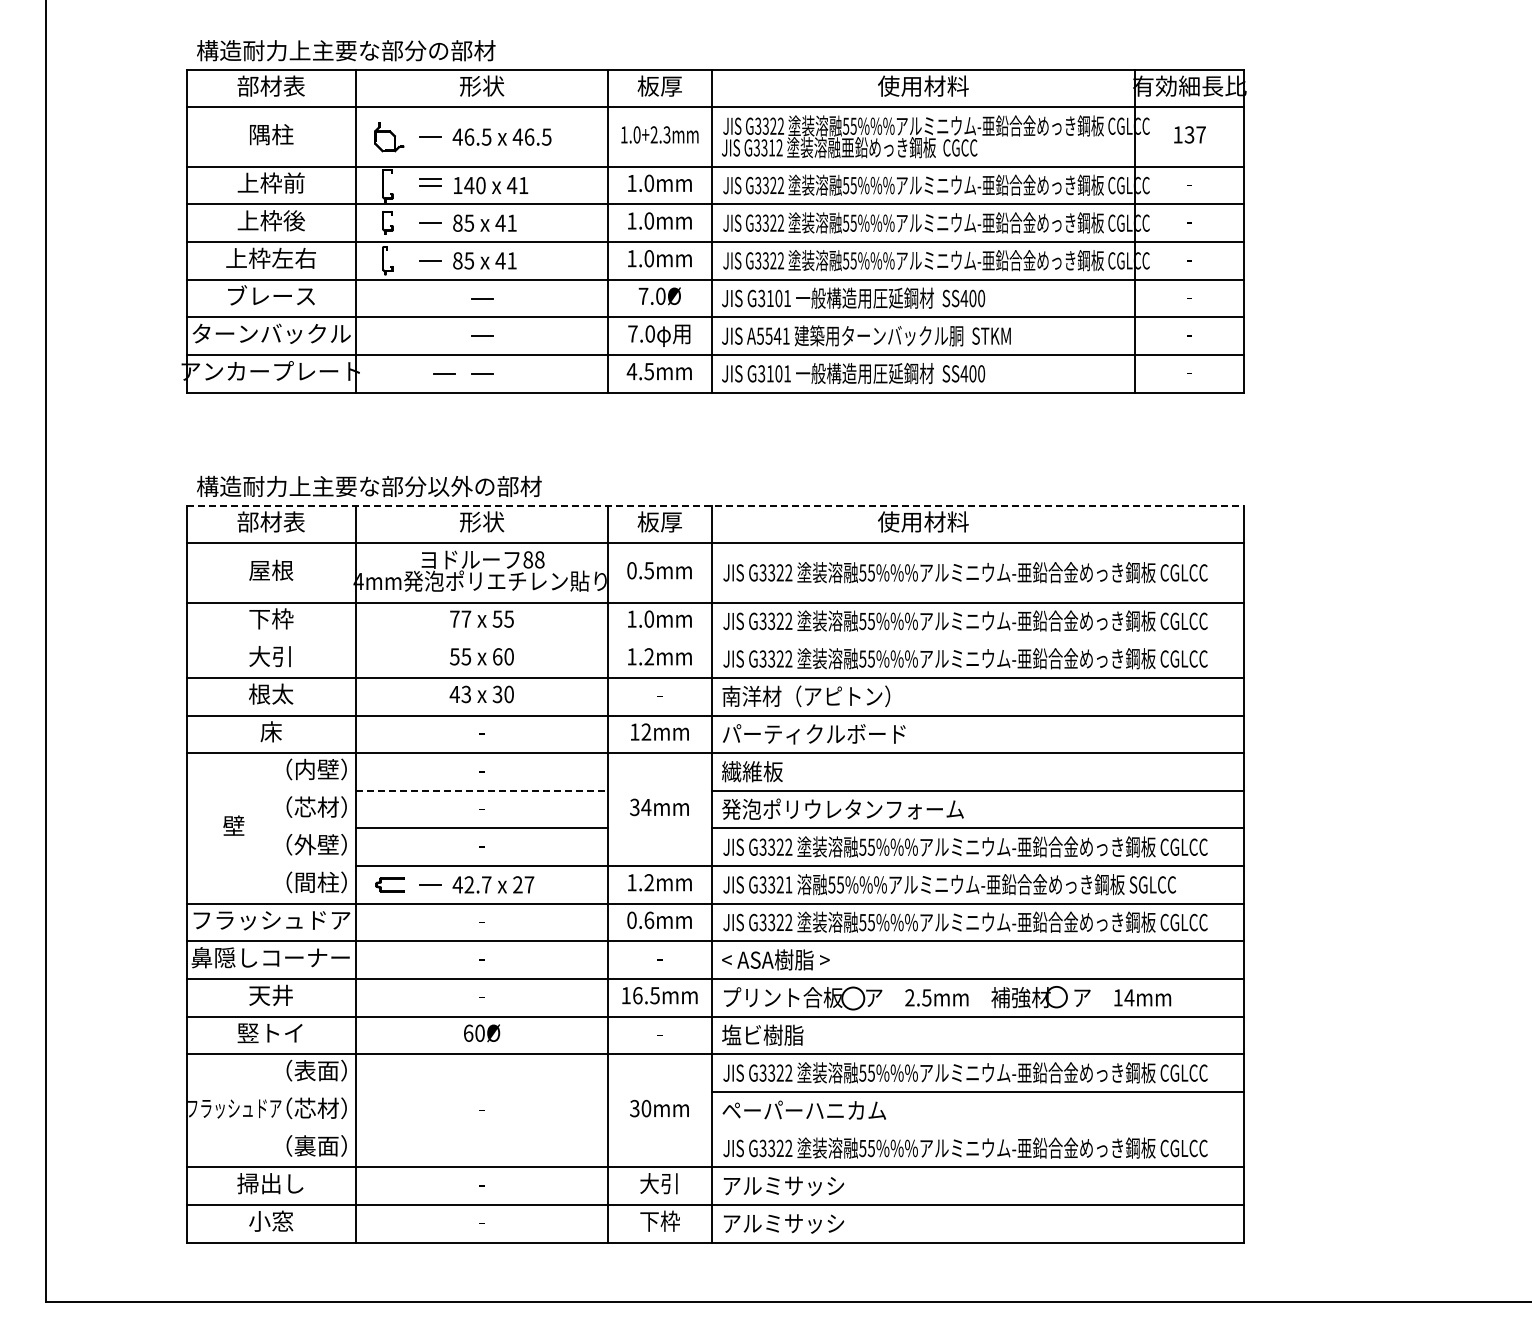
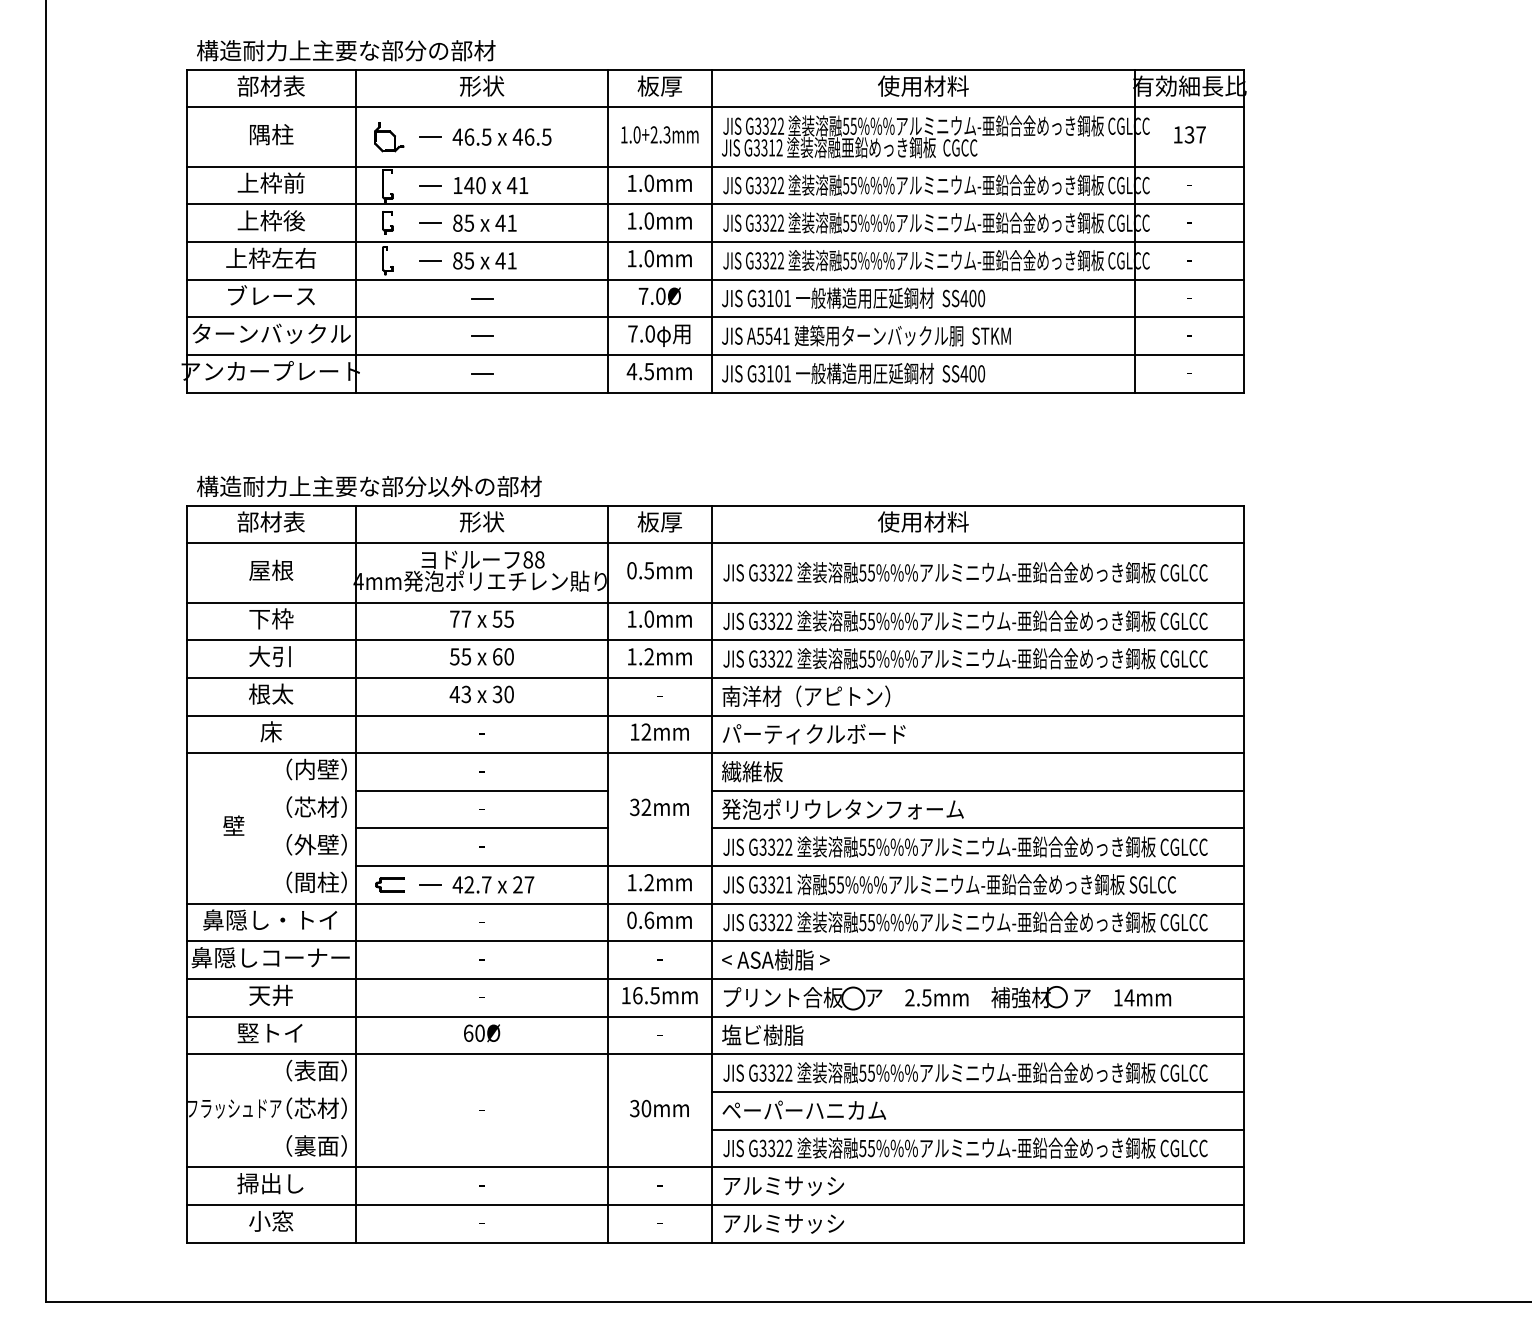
line at (430, 178): present -> none
line at (444, 373): present -> none
line at (715, 505): dashed -> solid
line at (715, 640): none -> present
line at (482, 790): dashed -> solid
text at (646, 806): 34mm -> 32mm
text at (271, 919): フラッシュドア -> 鼻隠し・トイ
line at (977, 1129): none -> present
text at (658, 1183): 大引 -> -
text at (659, 1220): 下枠 -> -
